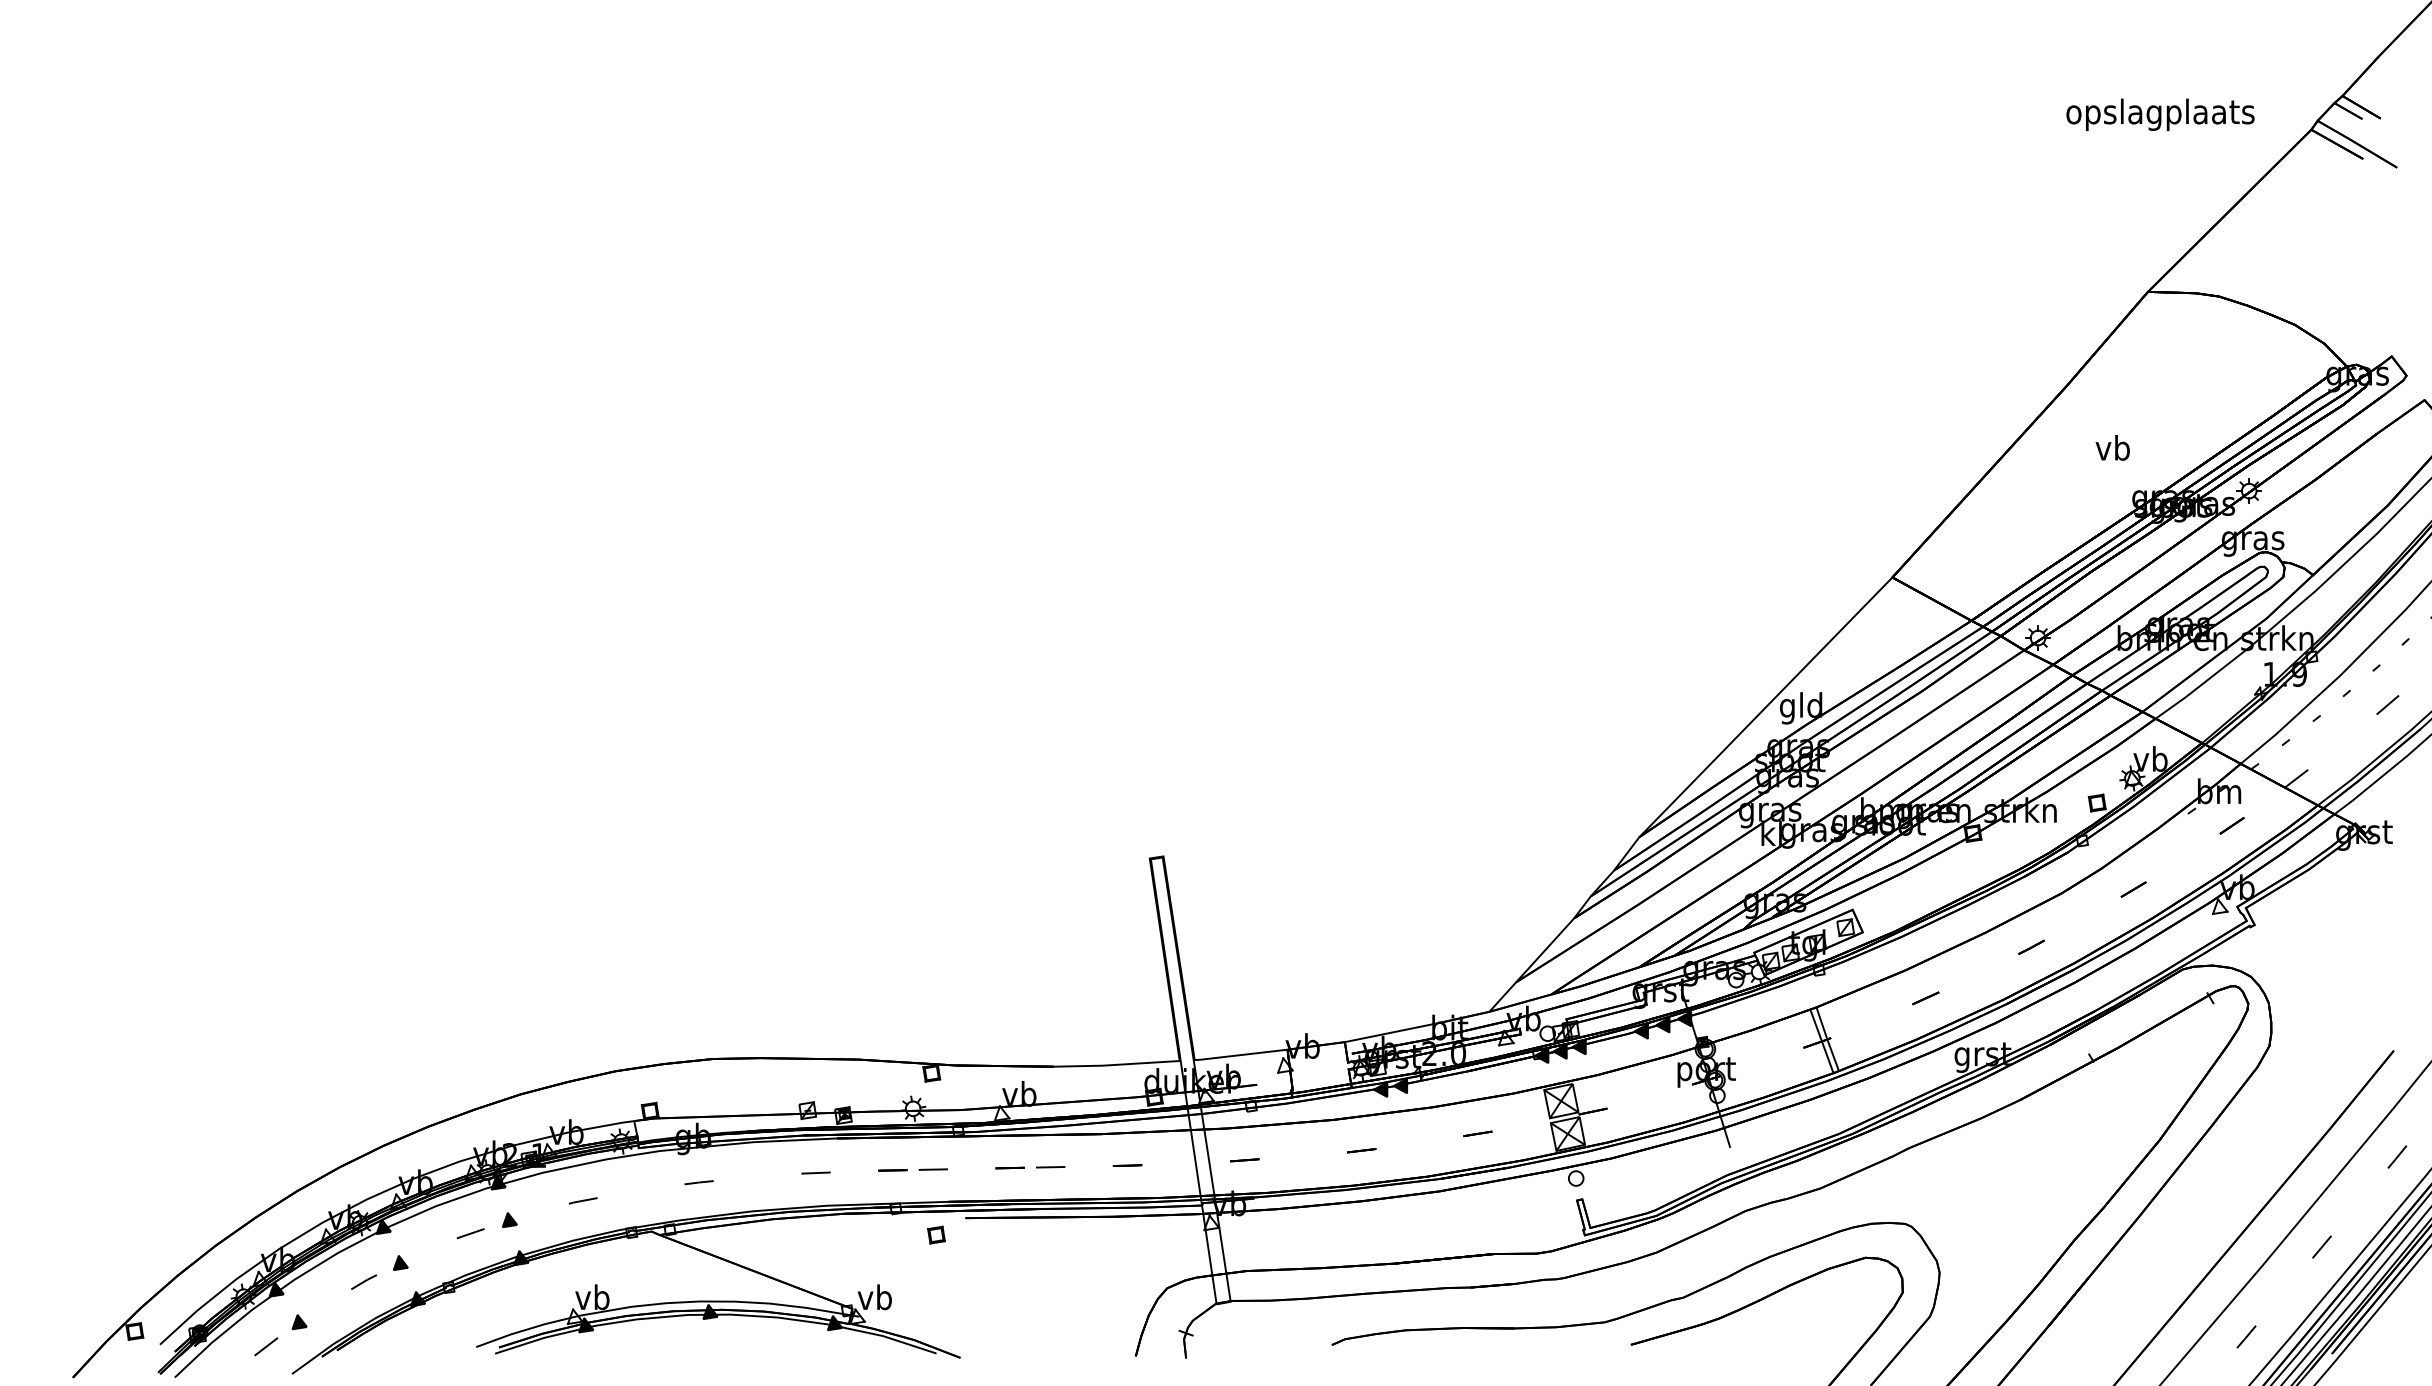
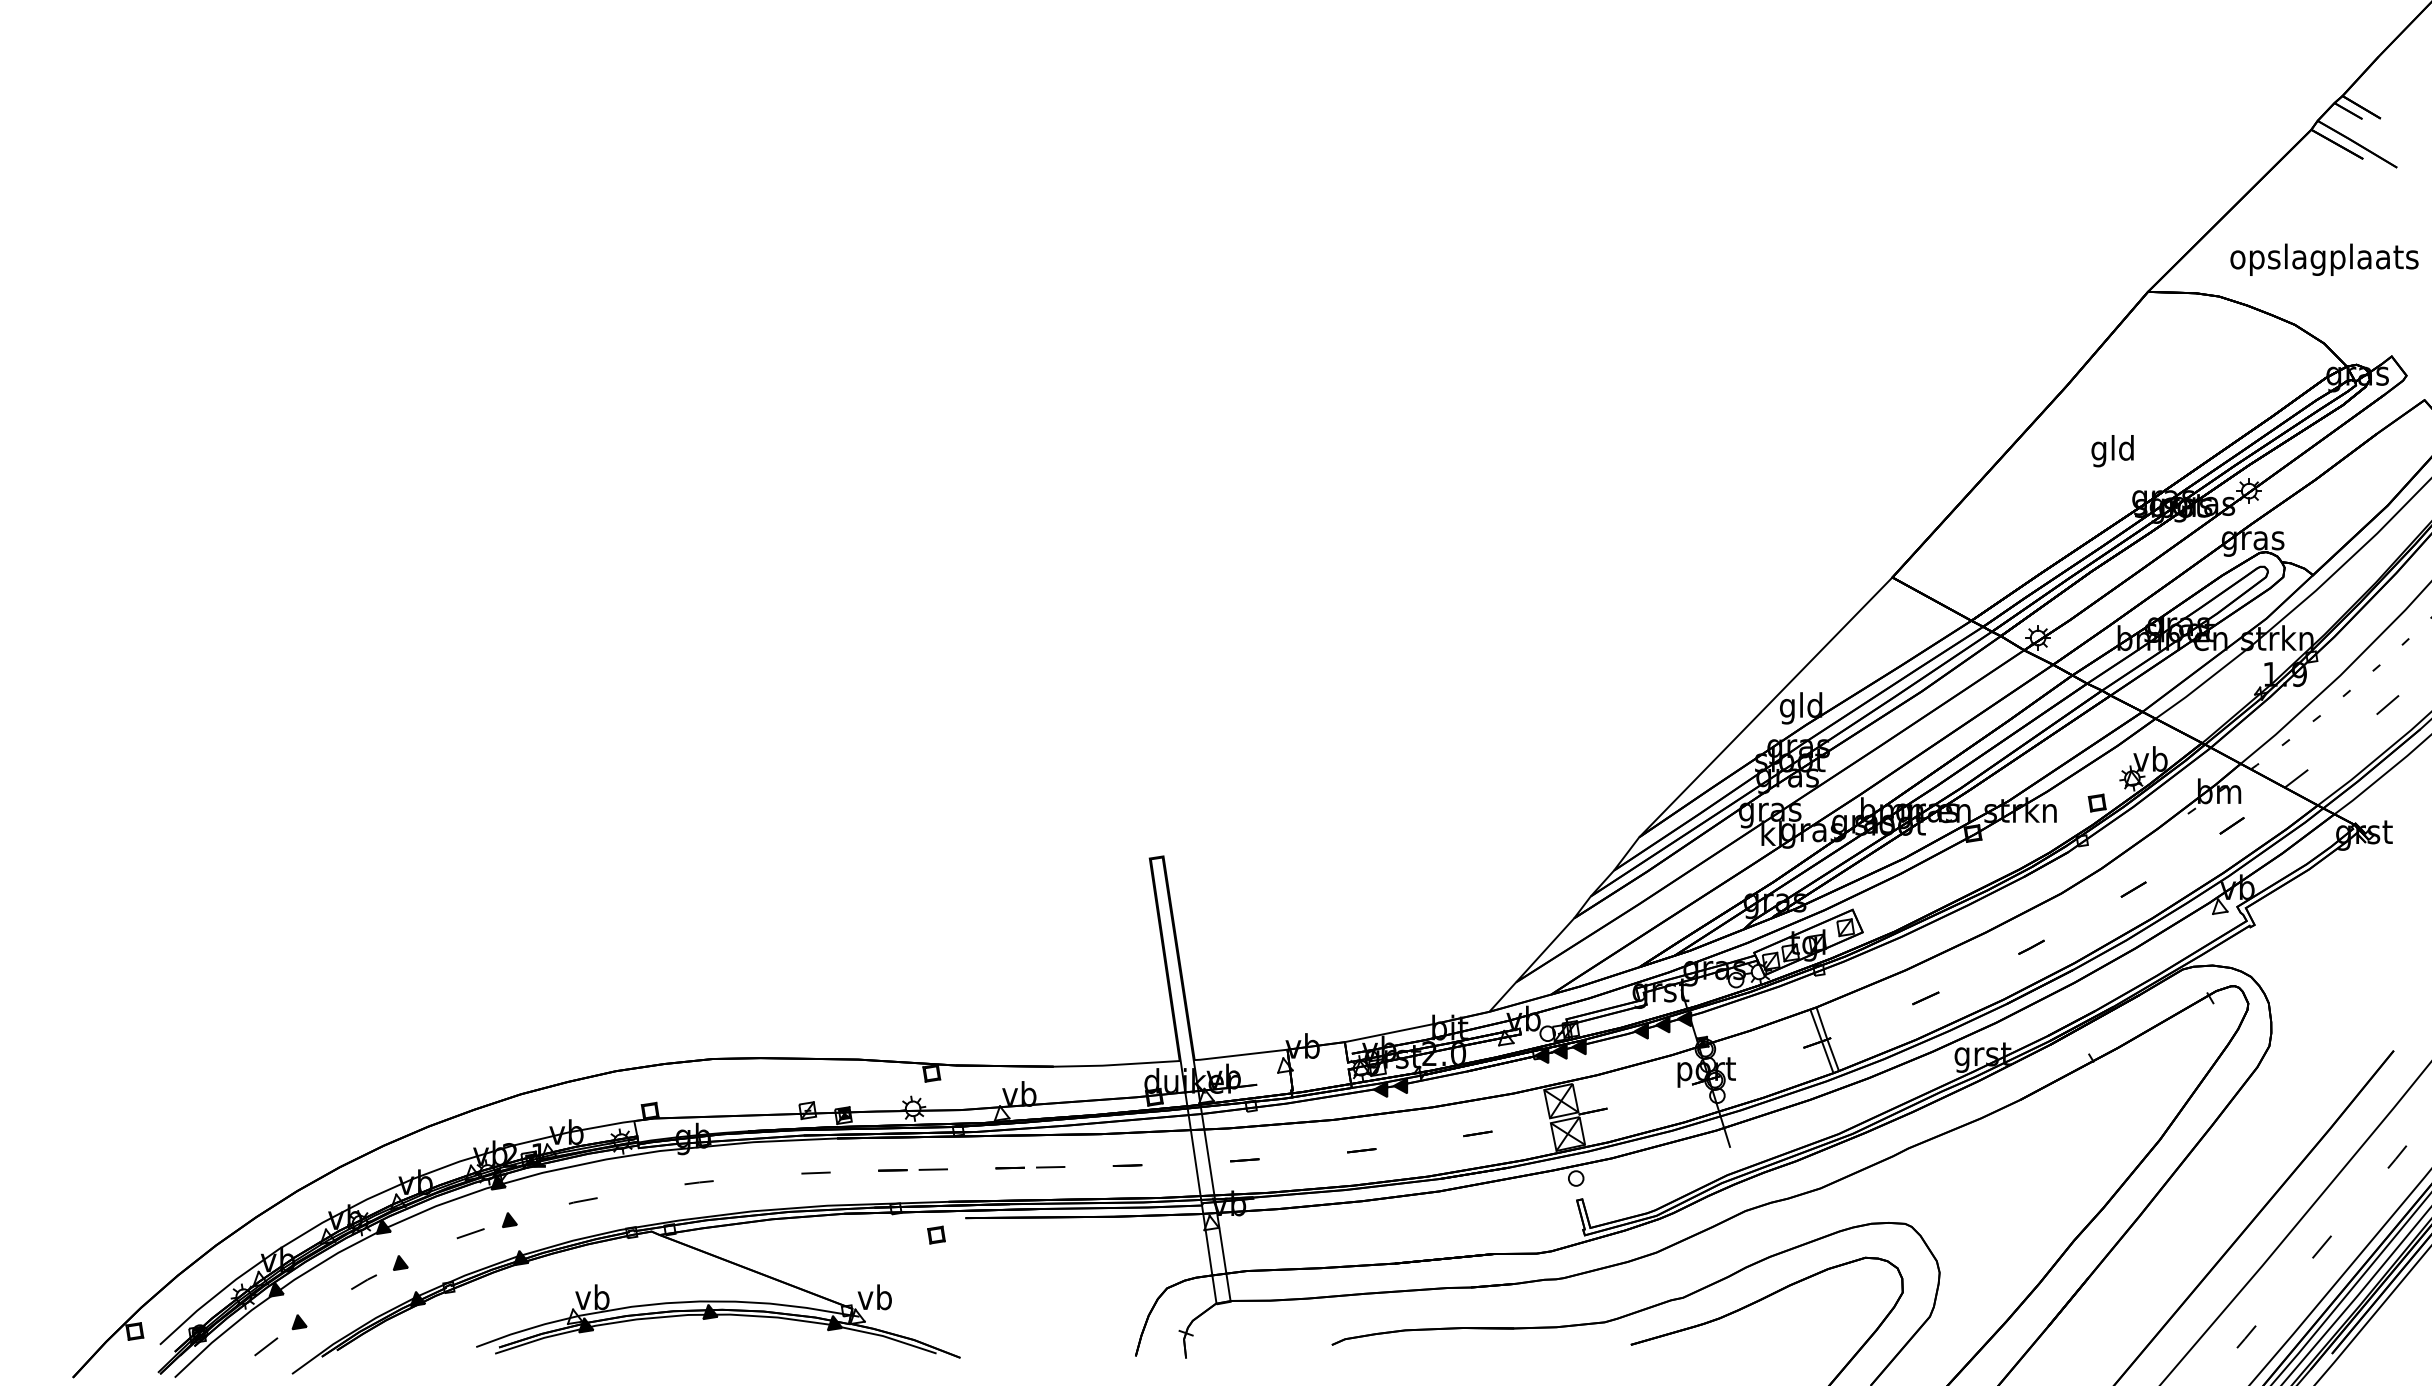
text at (2160, 114) position: (2160, 114) -> (2324, 259)
text at (2112, 451): vb -> gld
